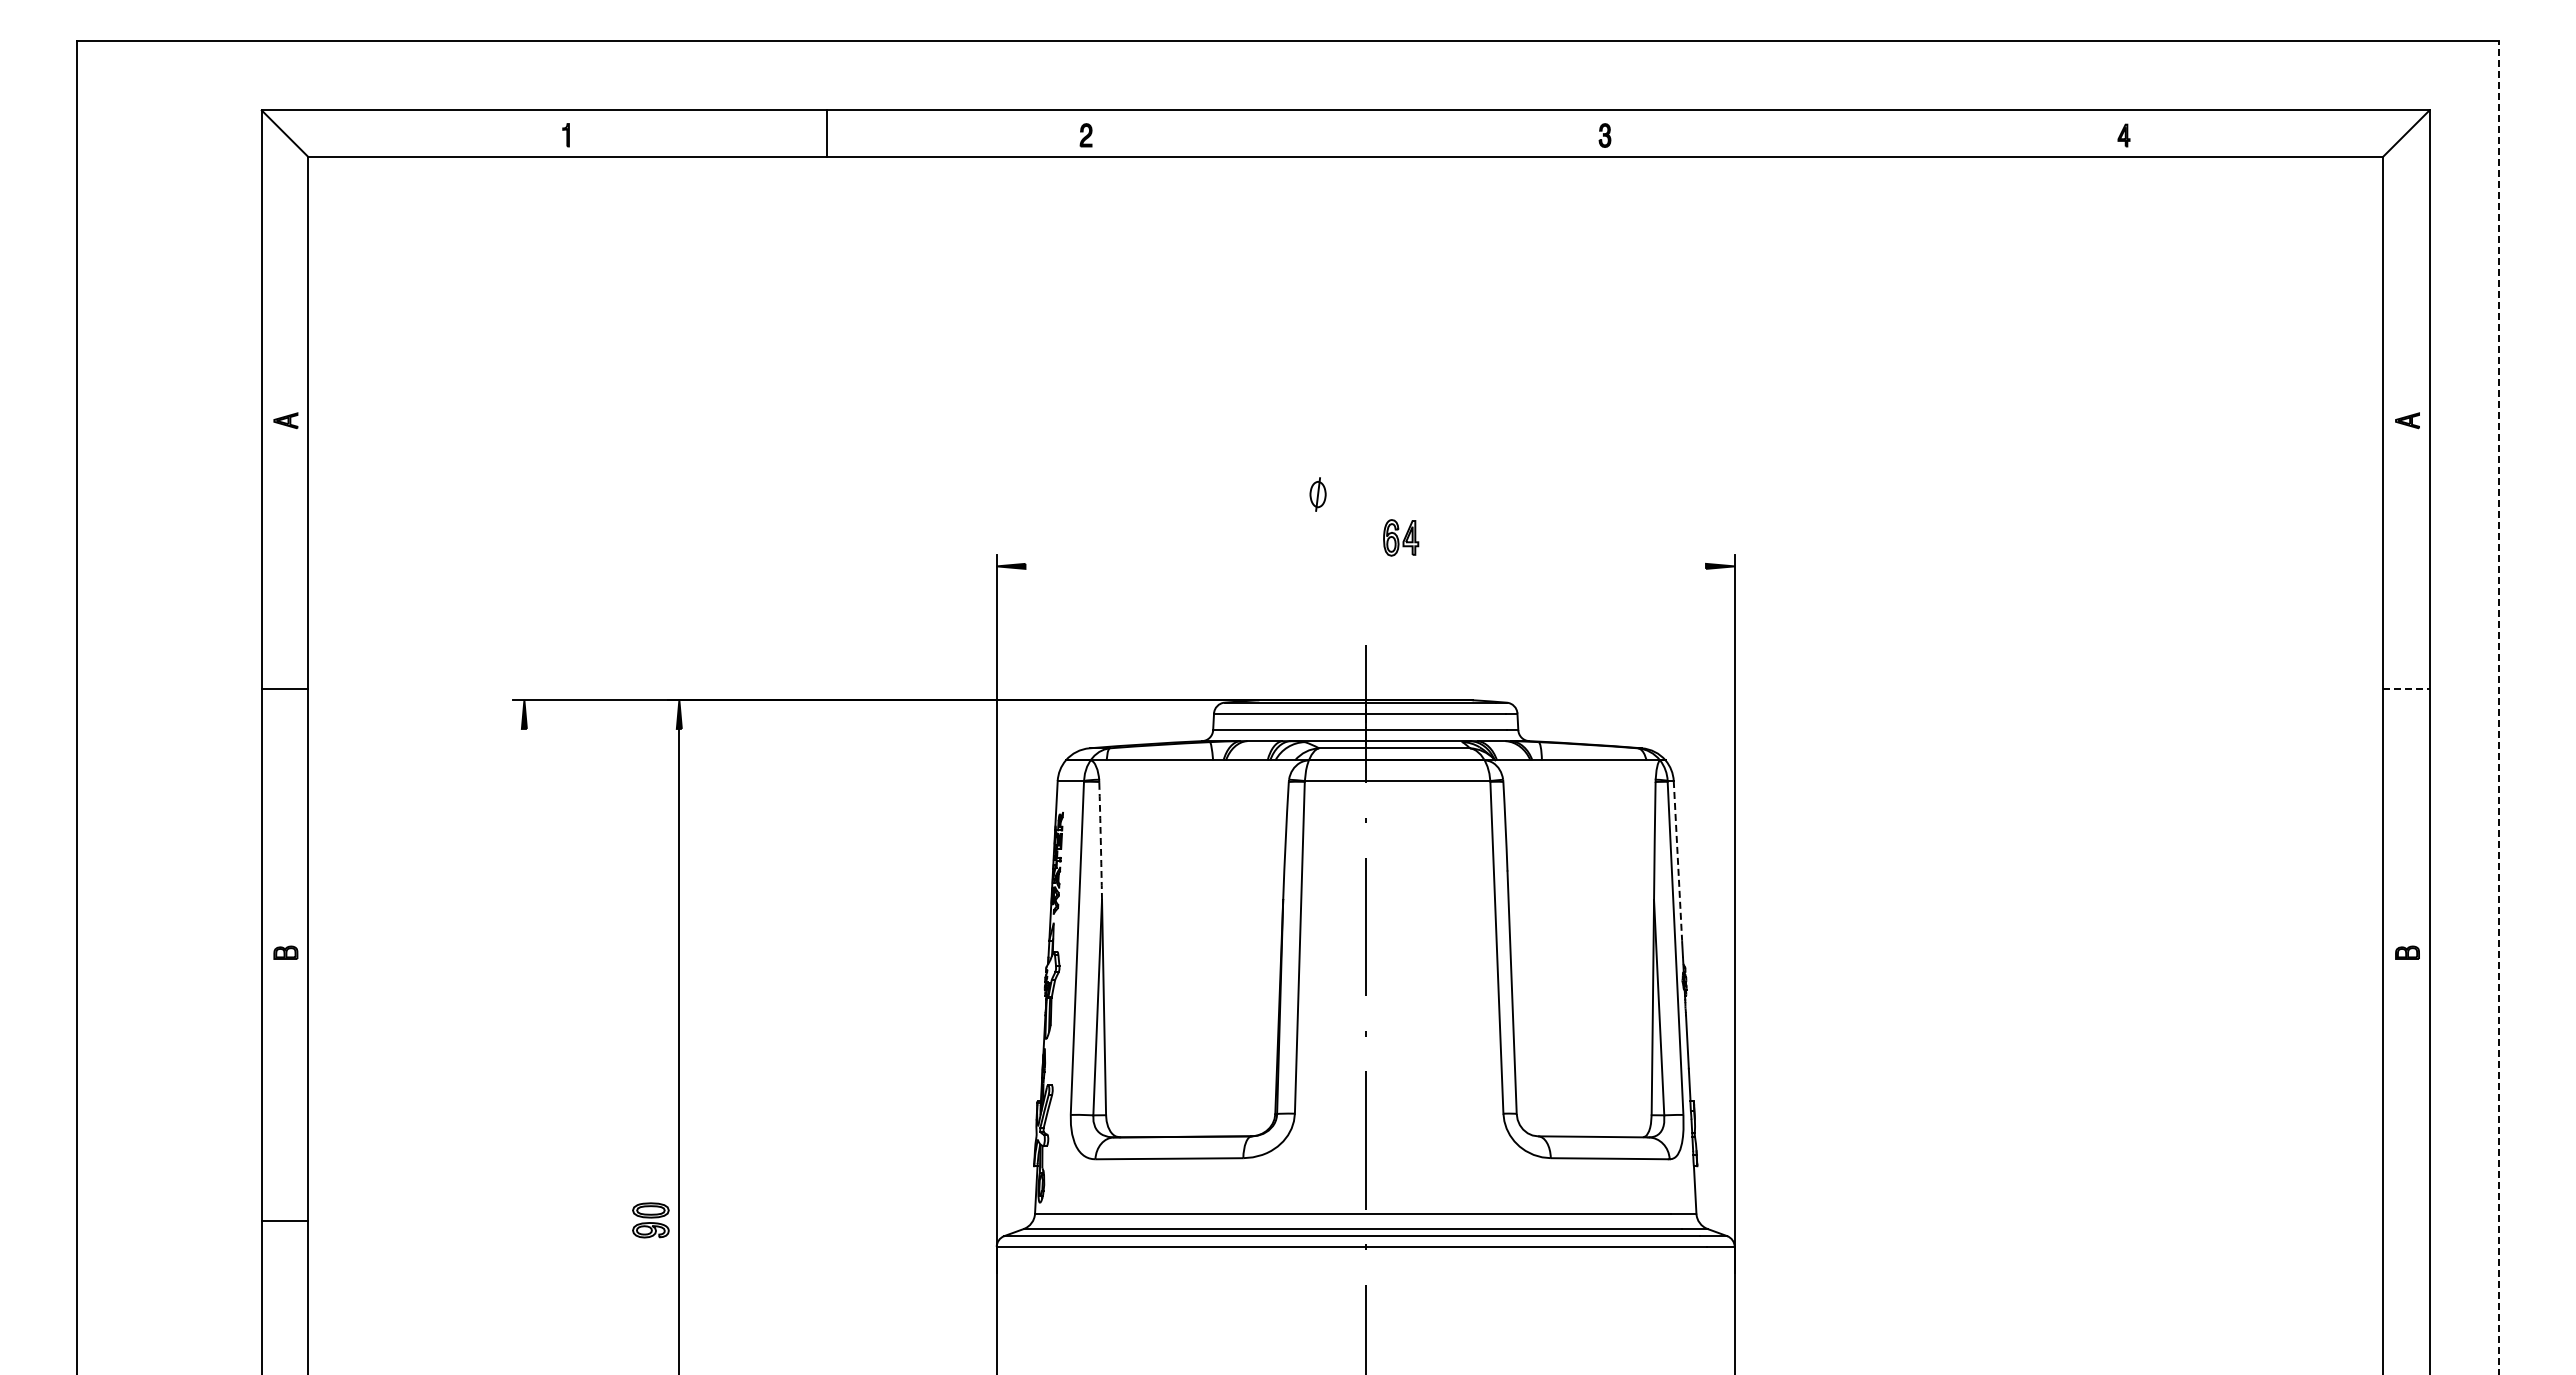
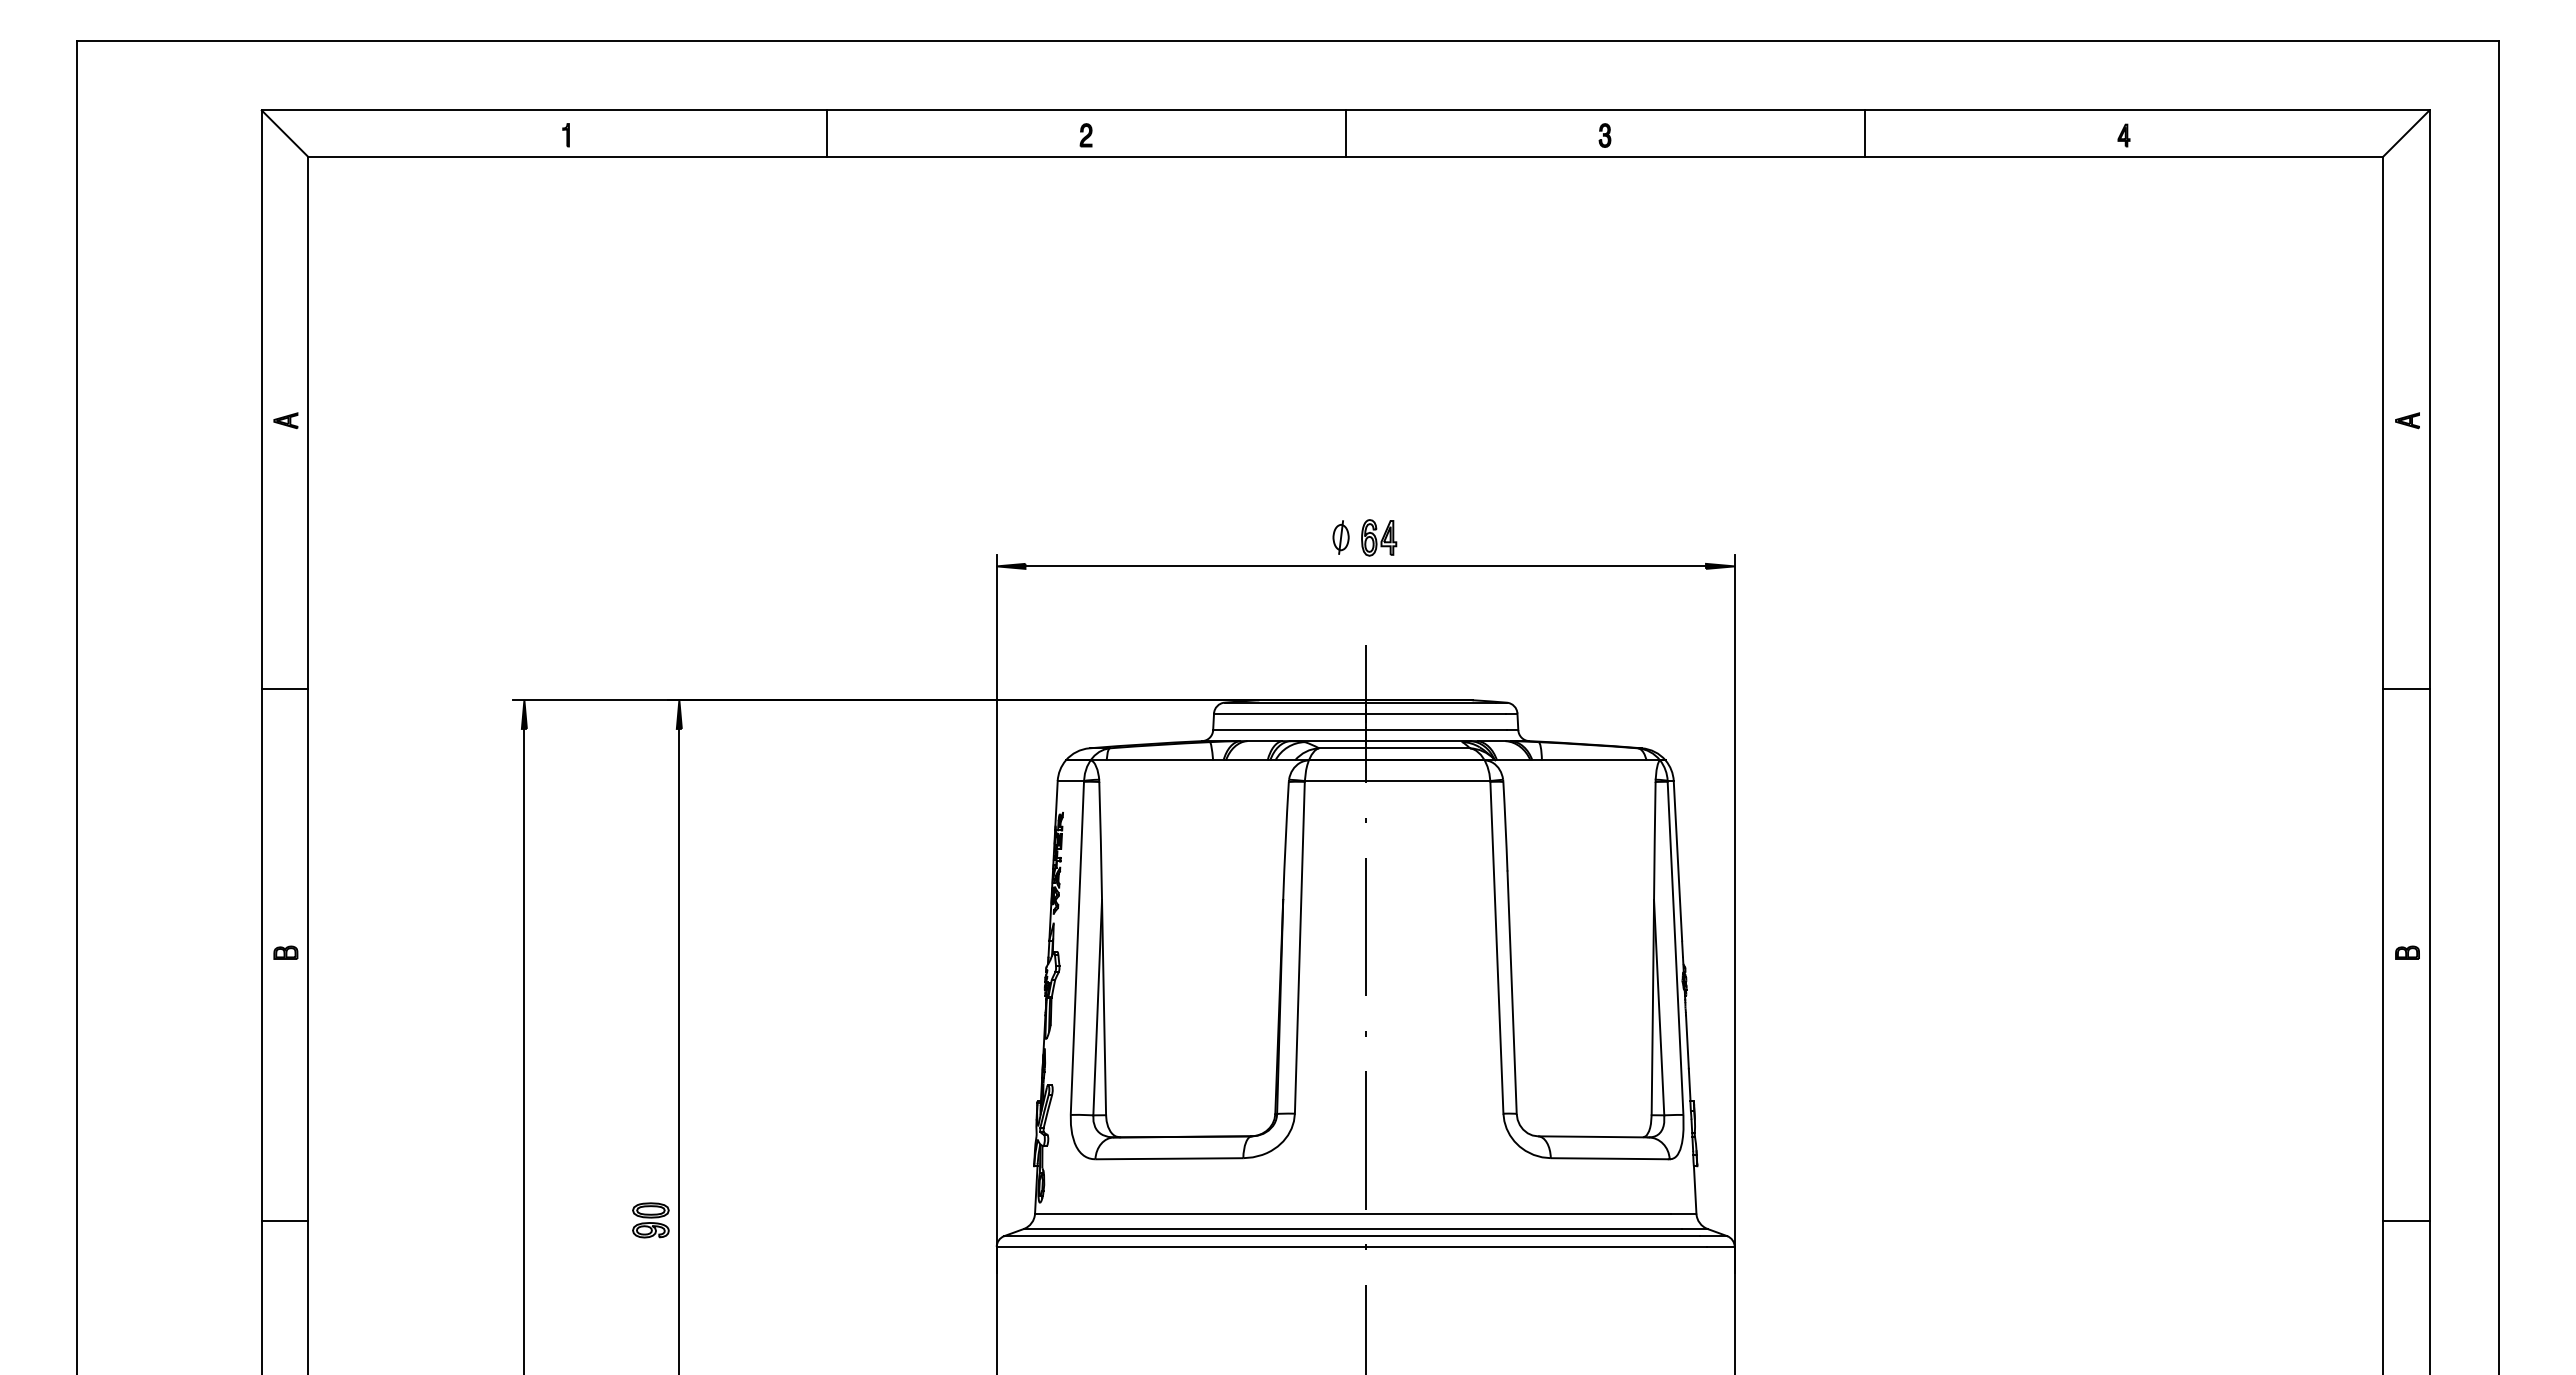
line at (1345, 133): none -> present
line at (1864, 133): none -> present
part at (1317, 494) position: (1317, 494) -> (1340, 537)
part at (1401, 537) position: (1401, 537) -> (1379, 537)
line at (1365, 566): none -> present
line at (2406, 688): dashed -> solid
line at (2498, 707): dashed -> solid
arc at (1100, 840): dashed -> solid
line at (1677, 860): dashed -> solid
line at (524, 1049): none -> present
line at (2406, 1221): none -> present
